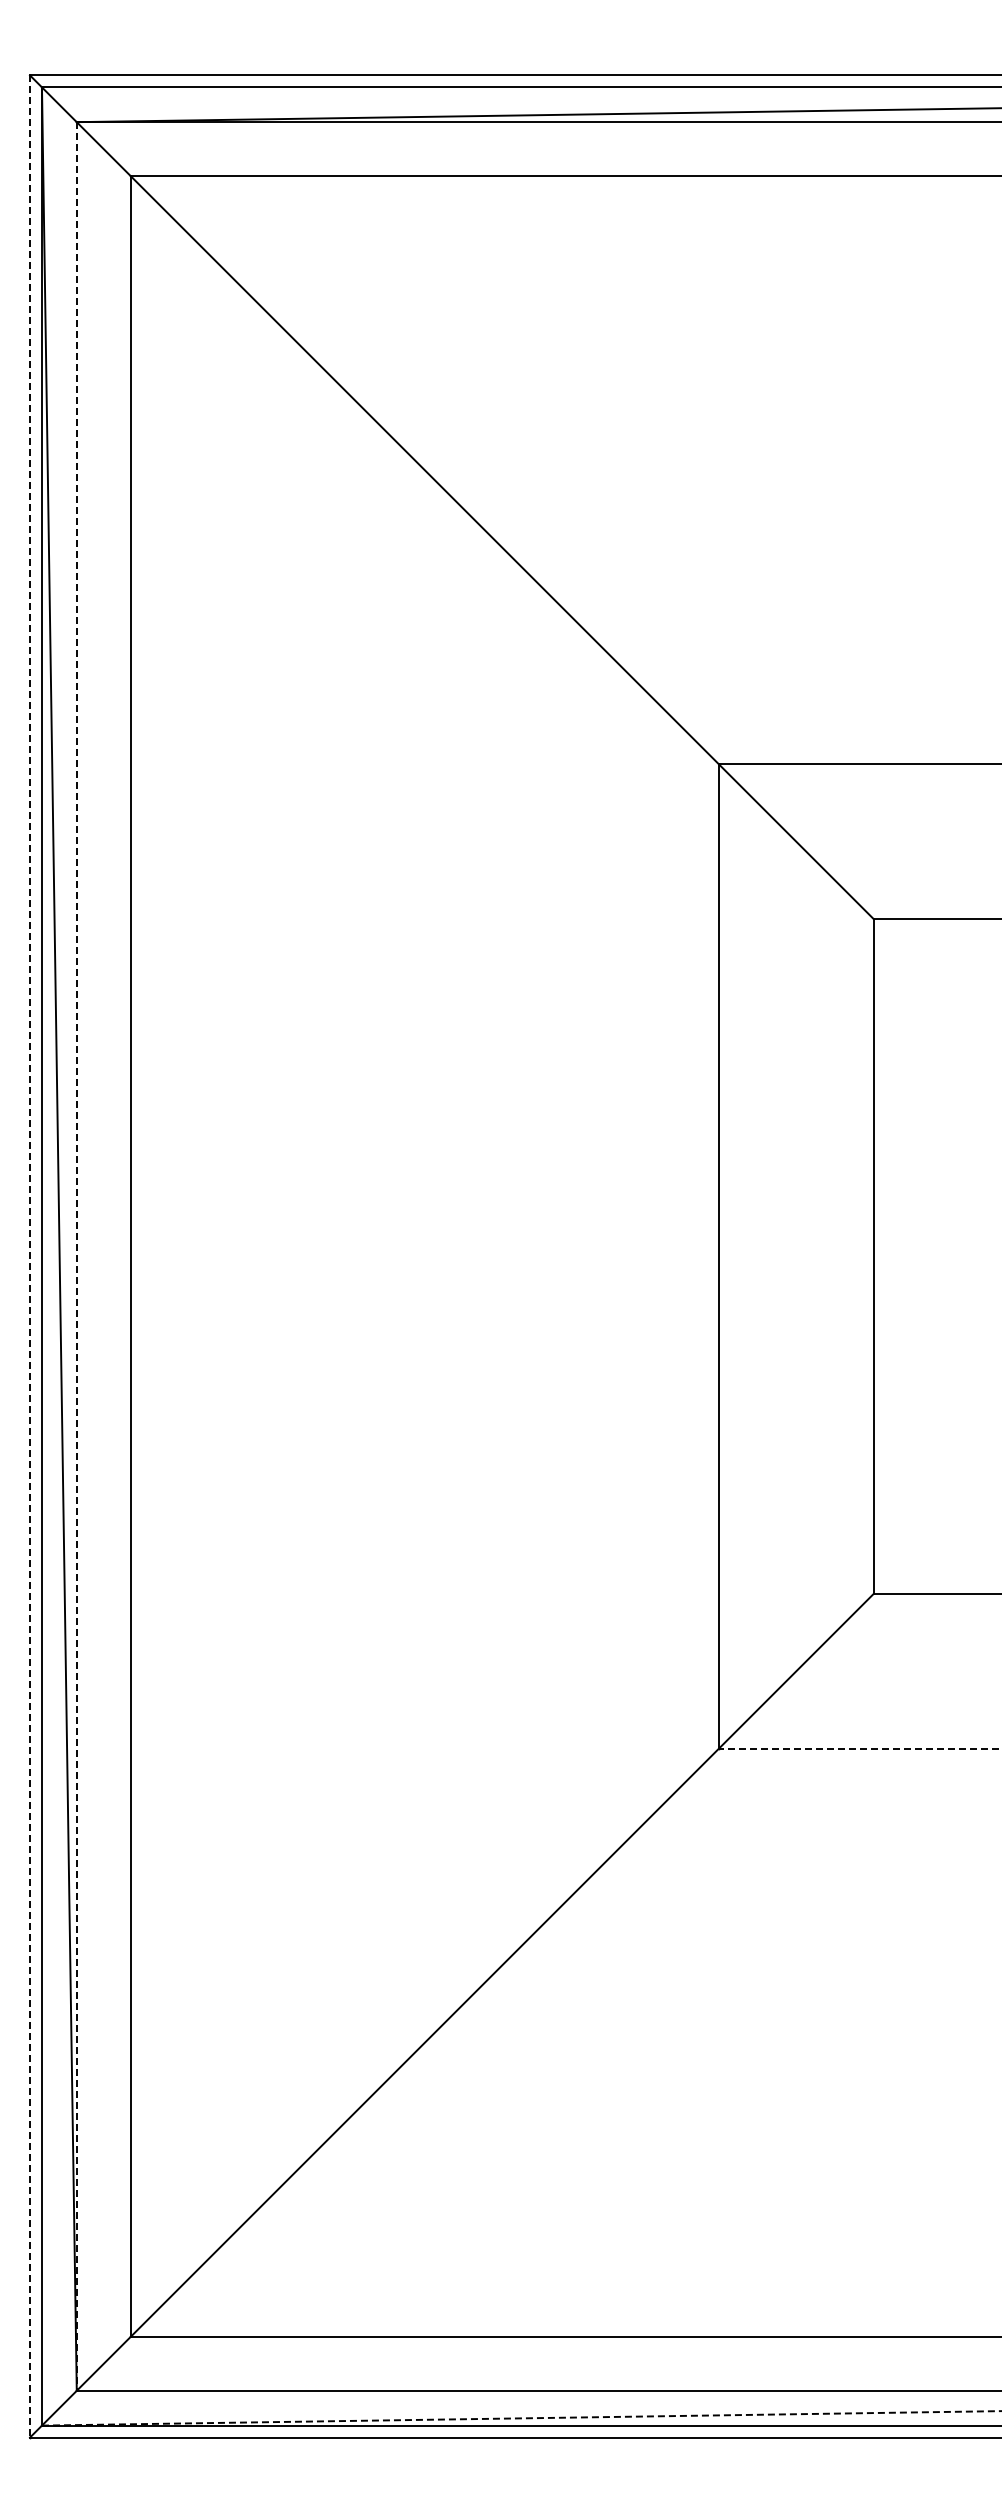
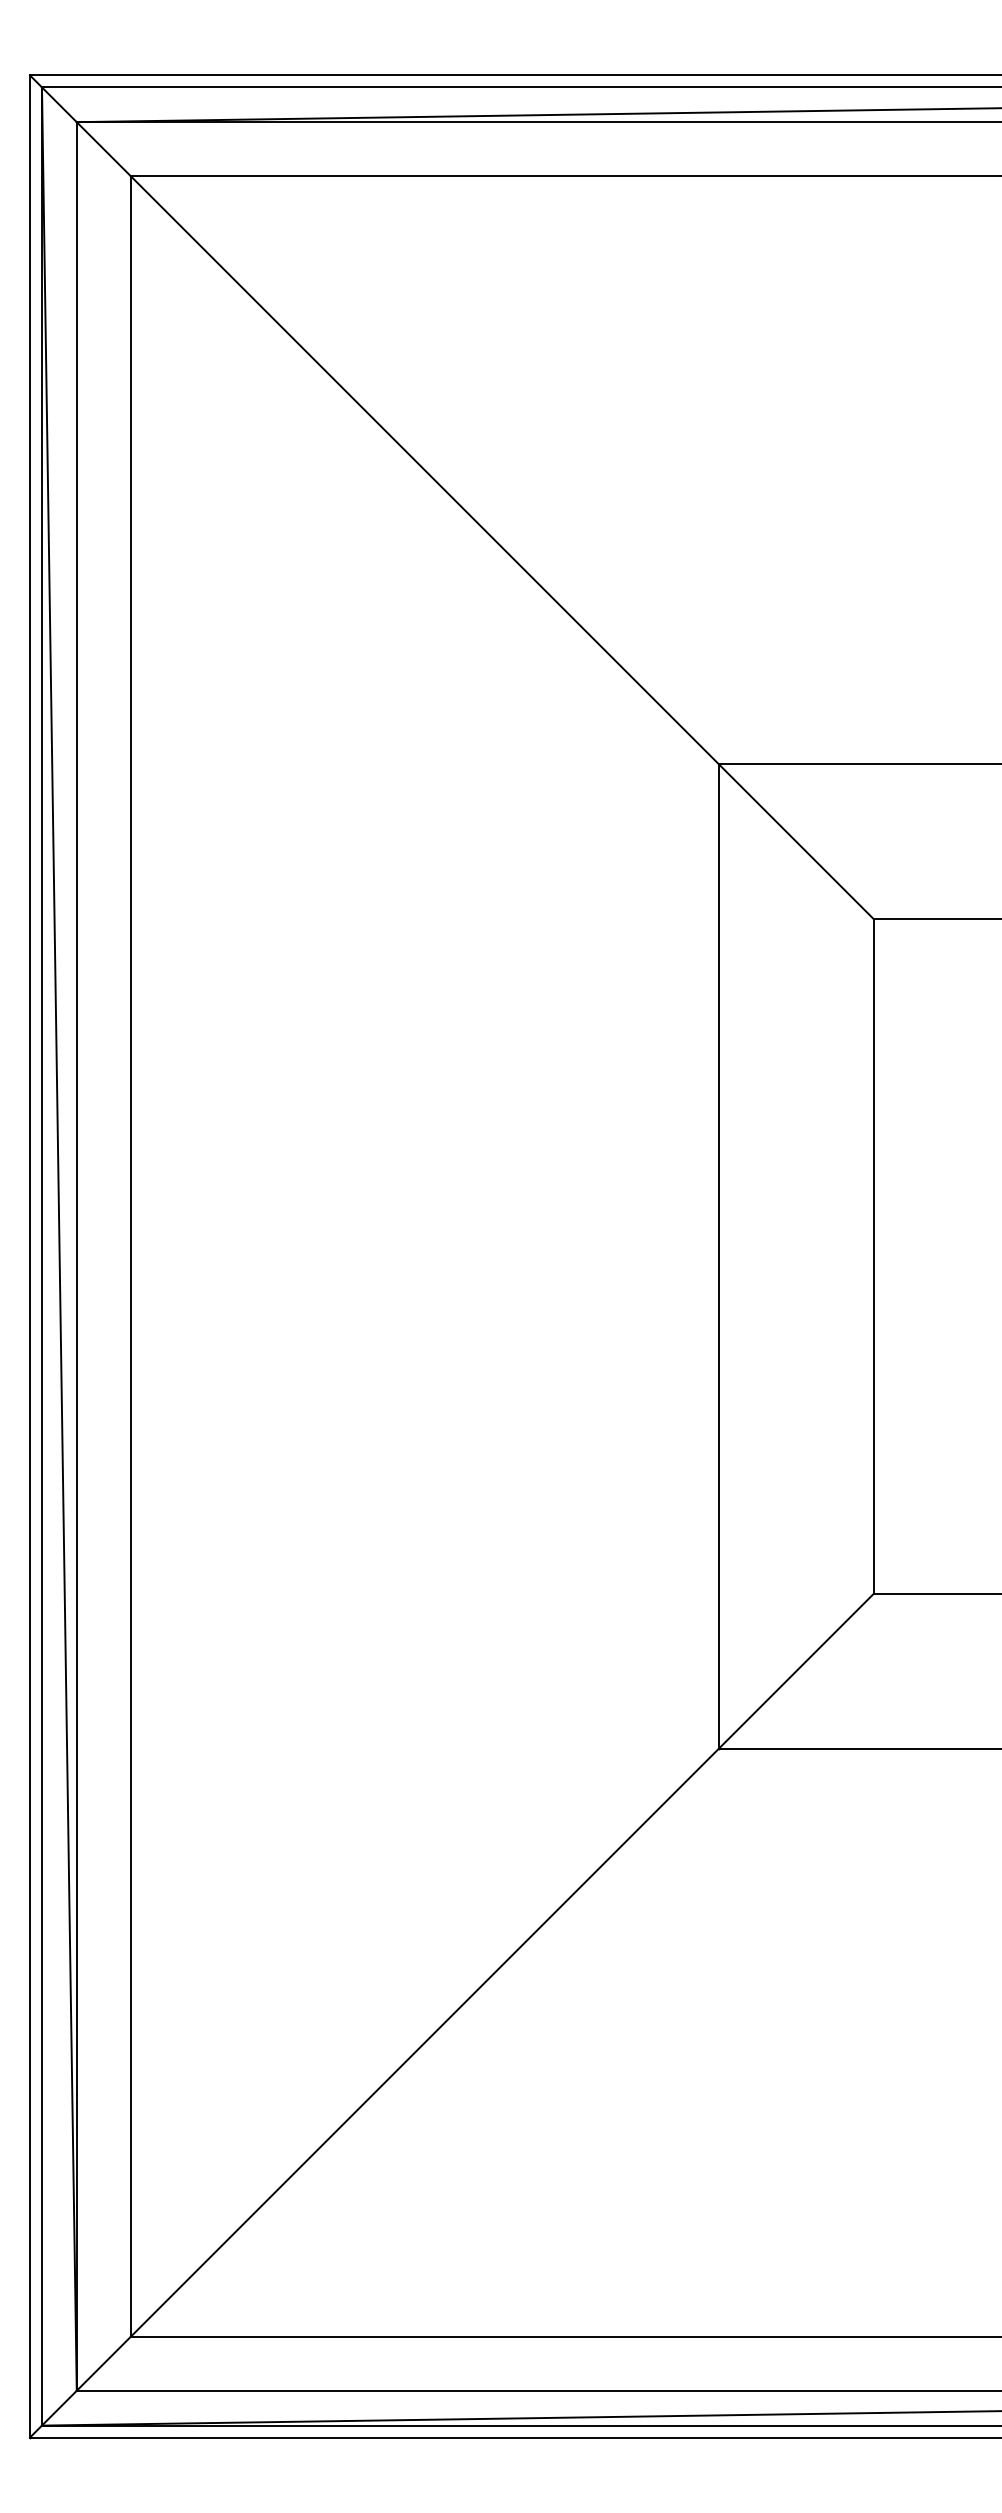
line at (29, 1256): dashed -> solid
line at (76, 1256): dashed -> solid
line at (859, 1748): dashed -> solid
line at (521, 2418): dashed -> solid
